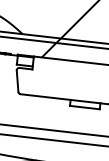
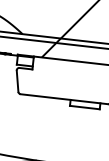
line at (53, 130): present -> none
line at (53, 140): present -> none
